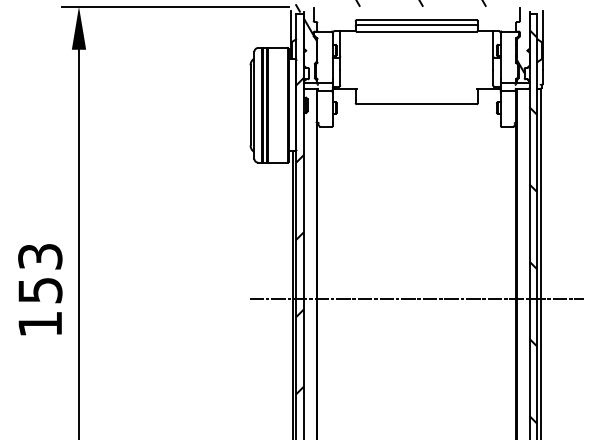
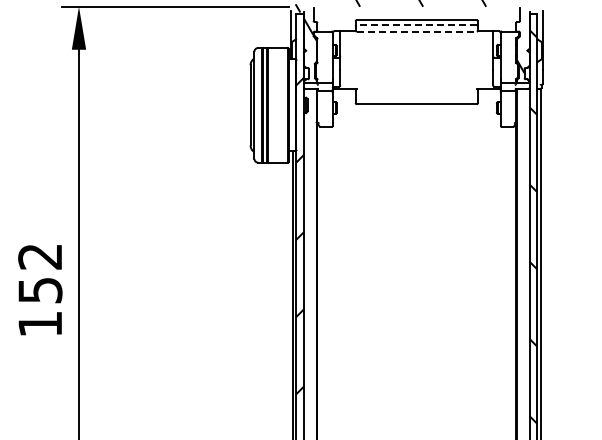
line at (416, 25): solid -> dashed
line at (416, 31): solid -> dashed
text at (40, 256): 153 -> 152
line at (416, 299): present -> none
